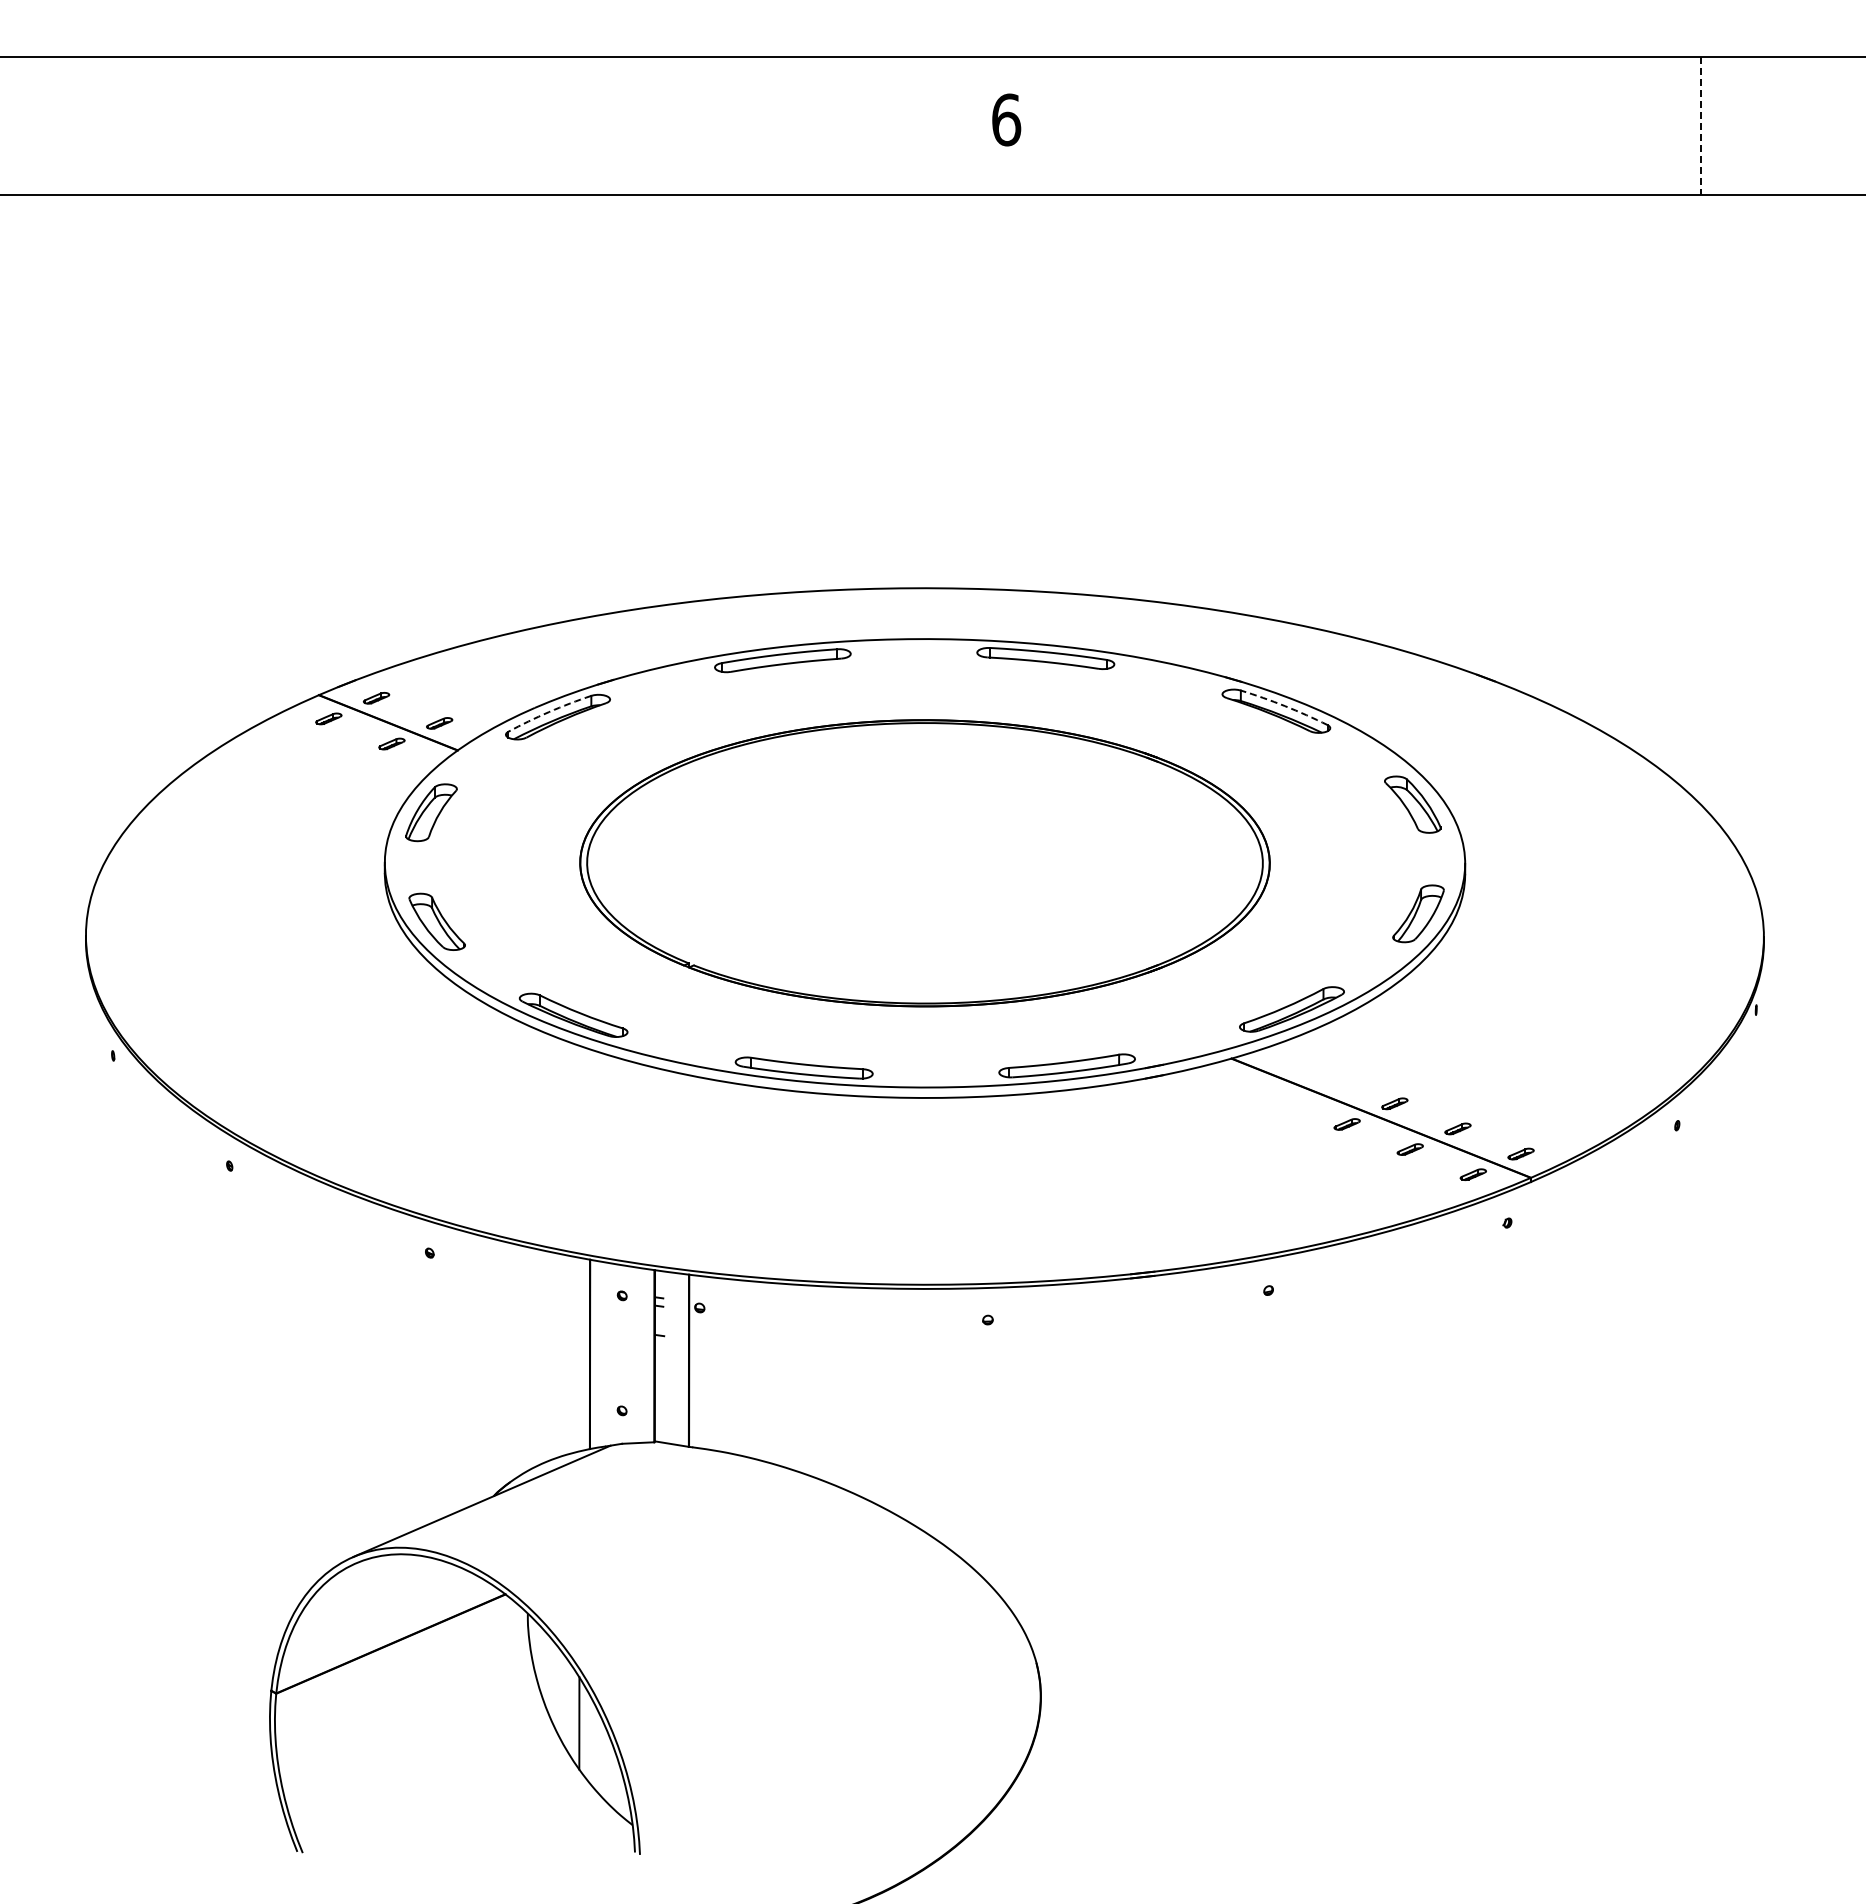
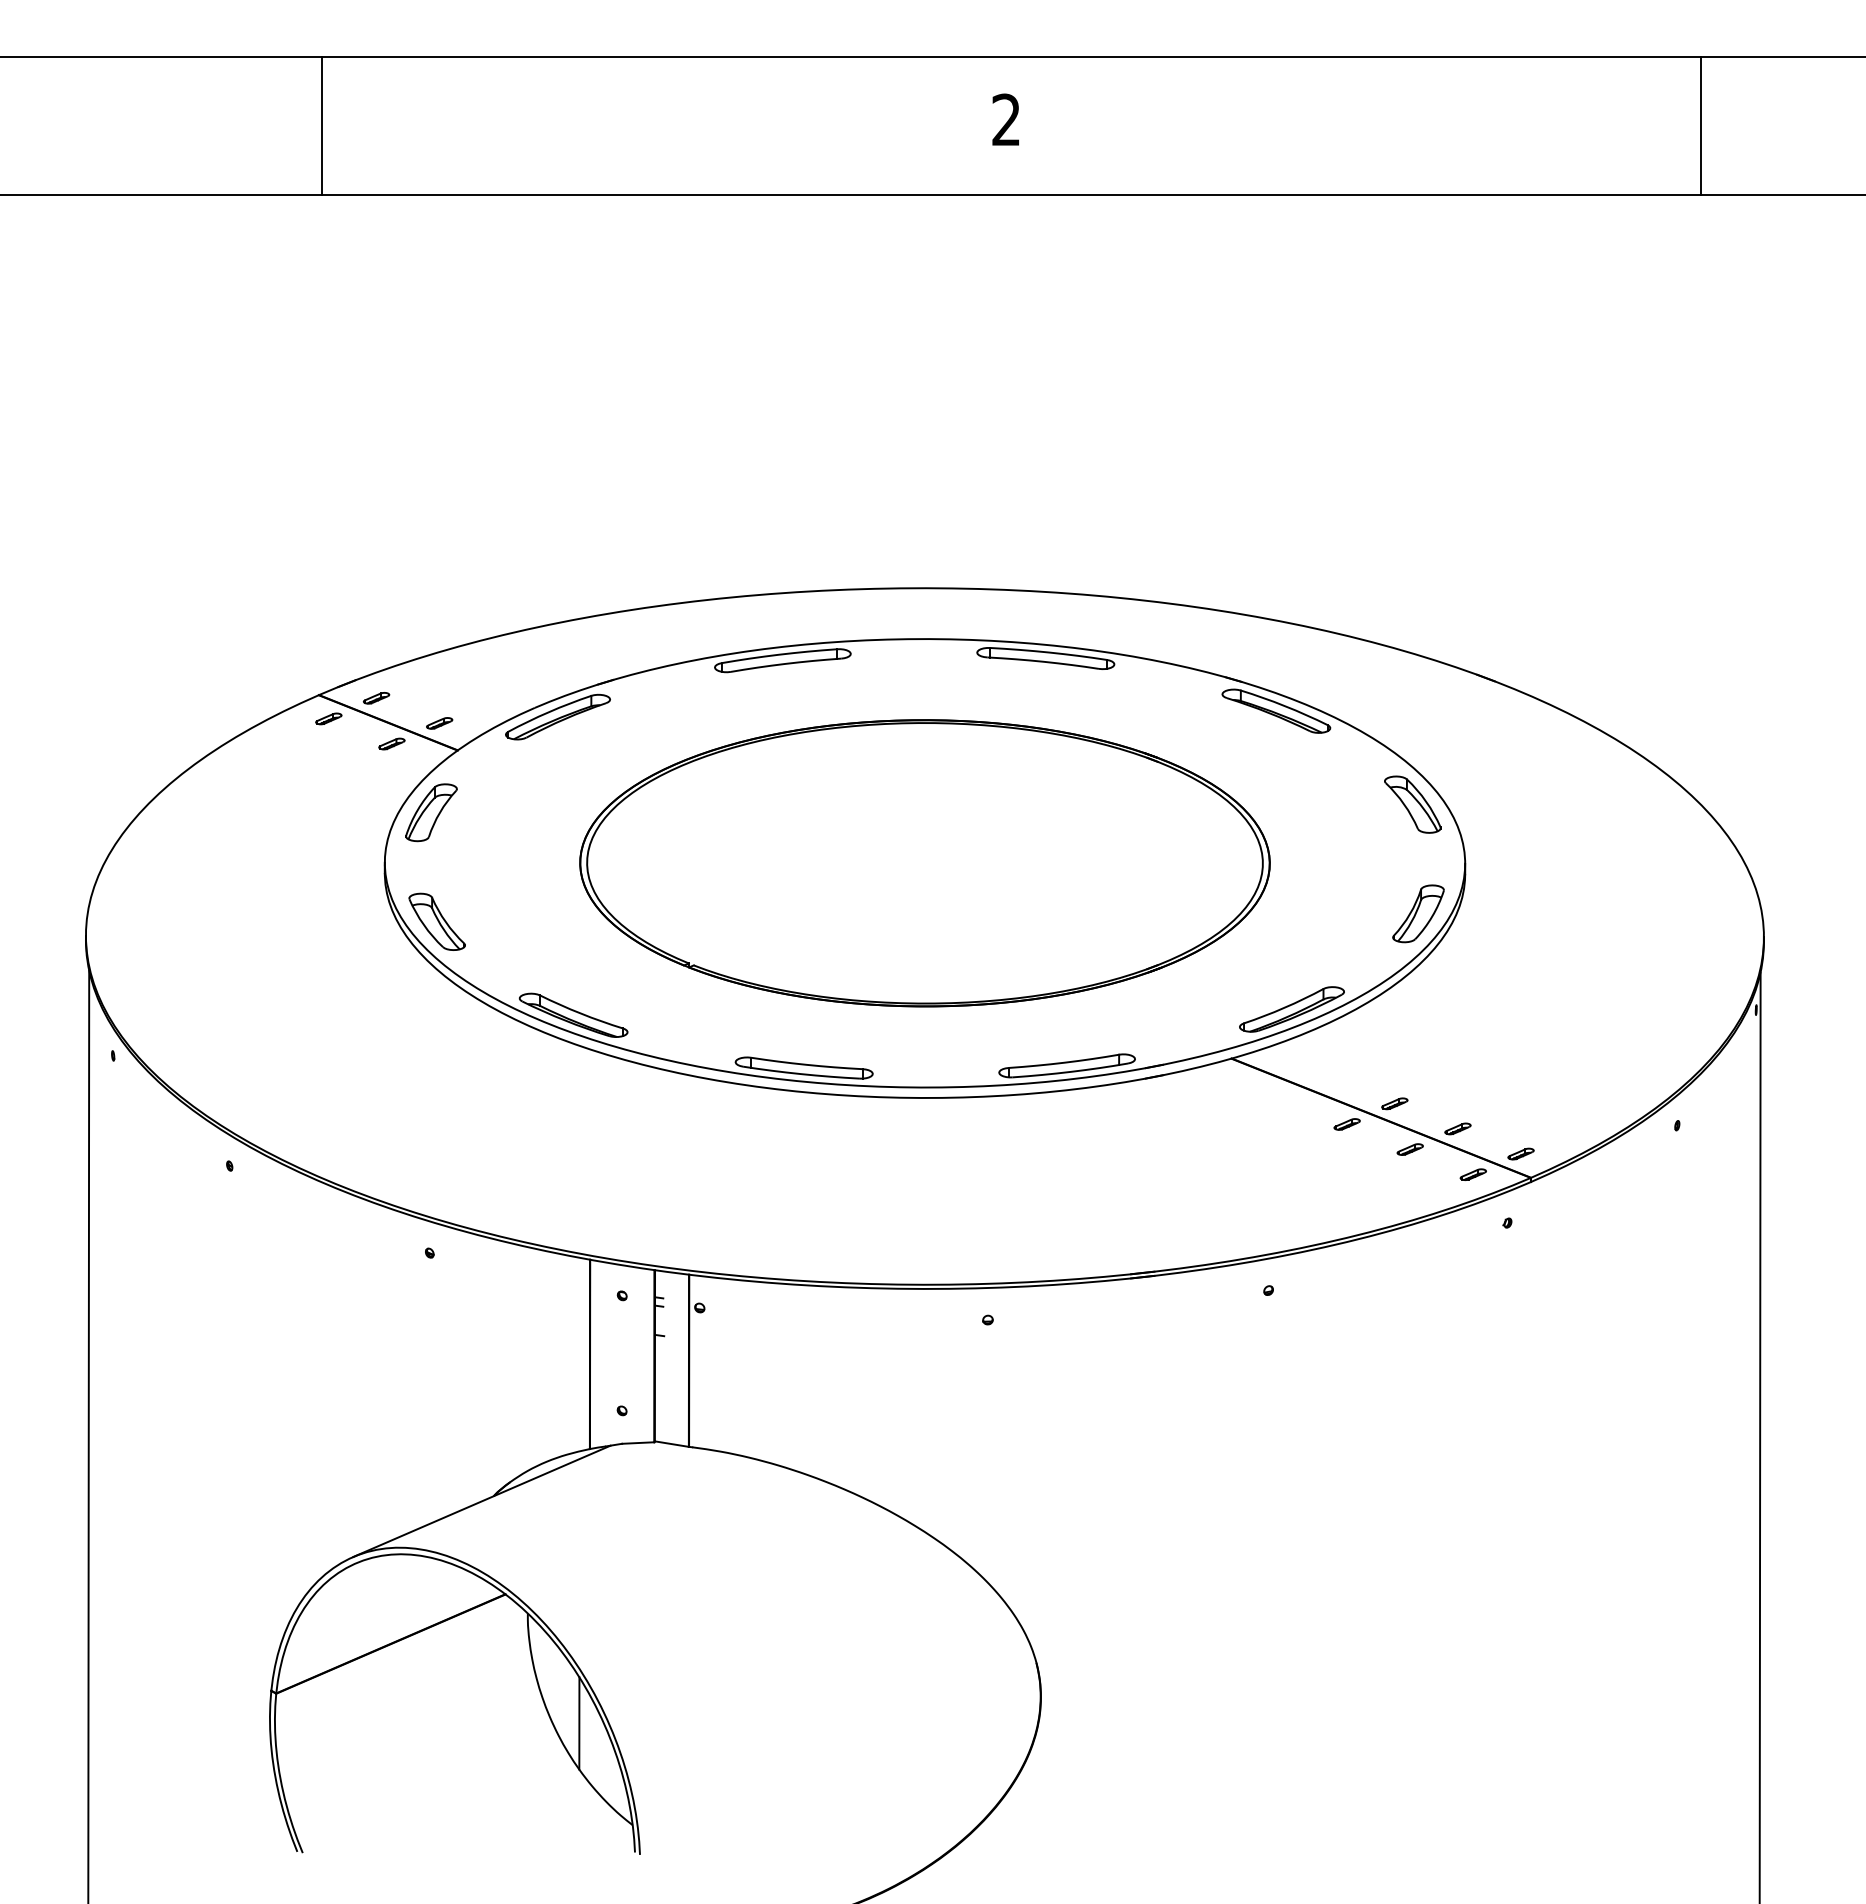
text at (1006, 119): 6 -> 2
line at (321, 126): none -> present
line at (1700, 126): dashed -> solid
arc at (1284, 706): dashed -> solid
arc at (549, 712): dashed -> solid
line at (88, 1435): none -> present
line at (1759, 1436): none -> present
